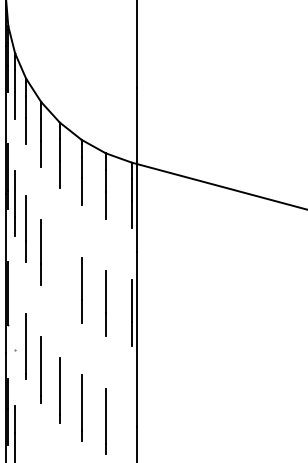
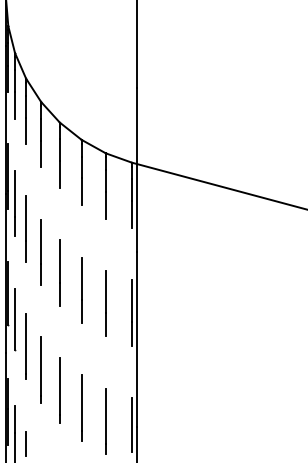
line at (59, 272): none -> present
line at (15, 319): none -> present
line at (132, 425): none -> present
line at (26, 443): none -> present
